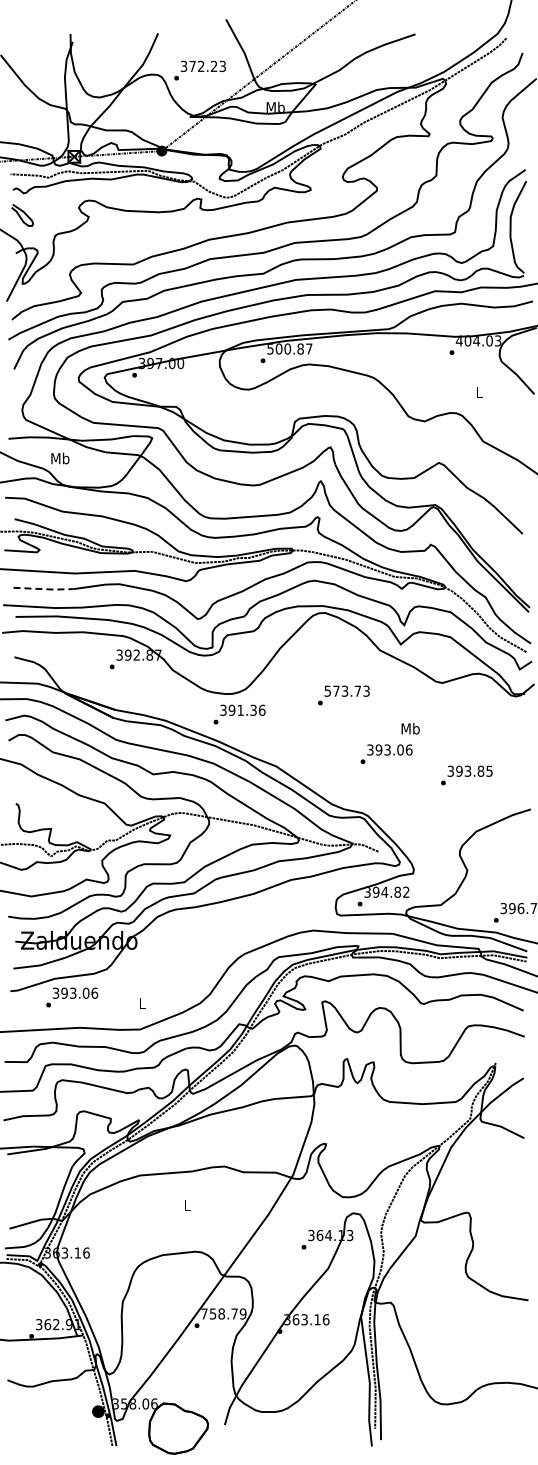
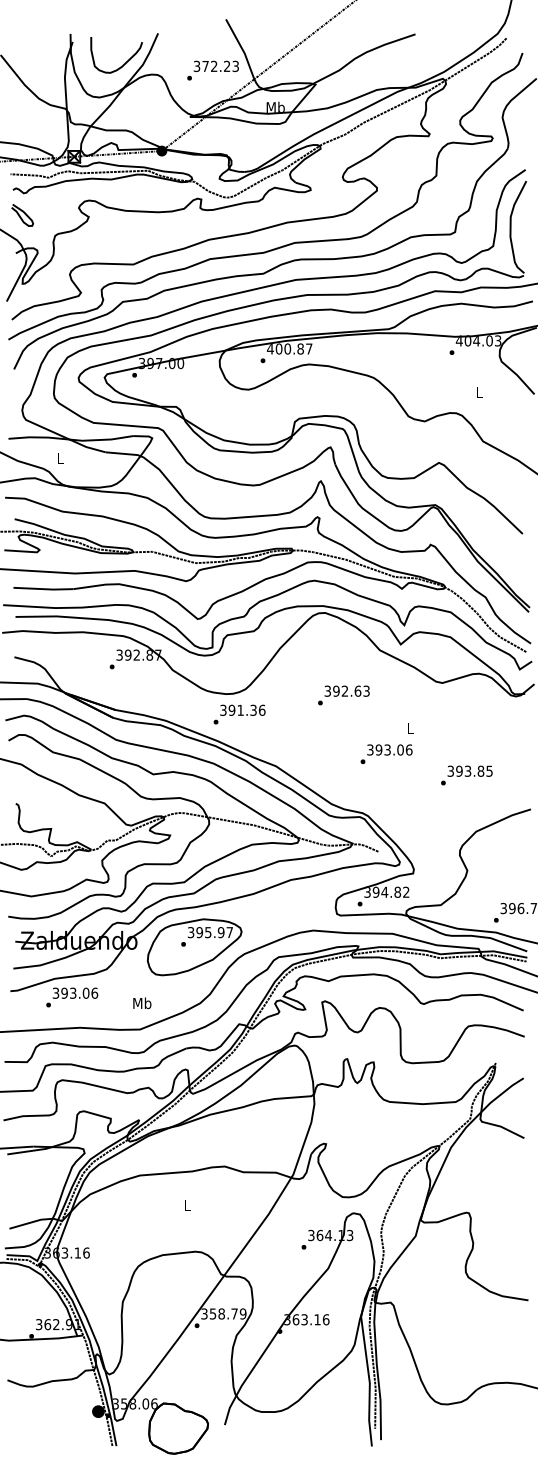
curve at (121, 65): none -> present
text at (199, 70) position: (199, 70) -> (212, 70)
text at (270, 349): 500.87 -> 400.87
text at (60, 458): Mb -> L
line at (44, 589): dashed -> solid
text at (342, 690): 573.73 -> 392.63
text at (410, 728): Mb -> L
part at (194, 947): none -> present
text at (142, 1003): L -> Mb
text at (204, 1313): 758.79 -> 358.79
